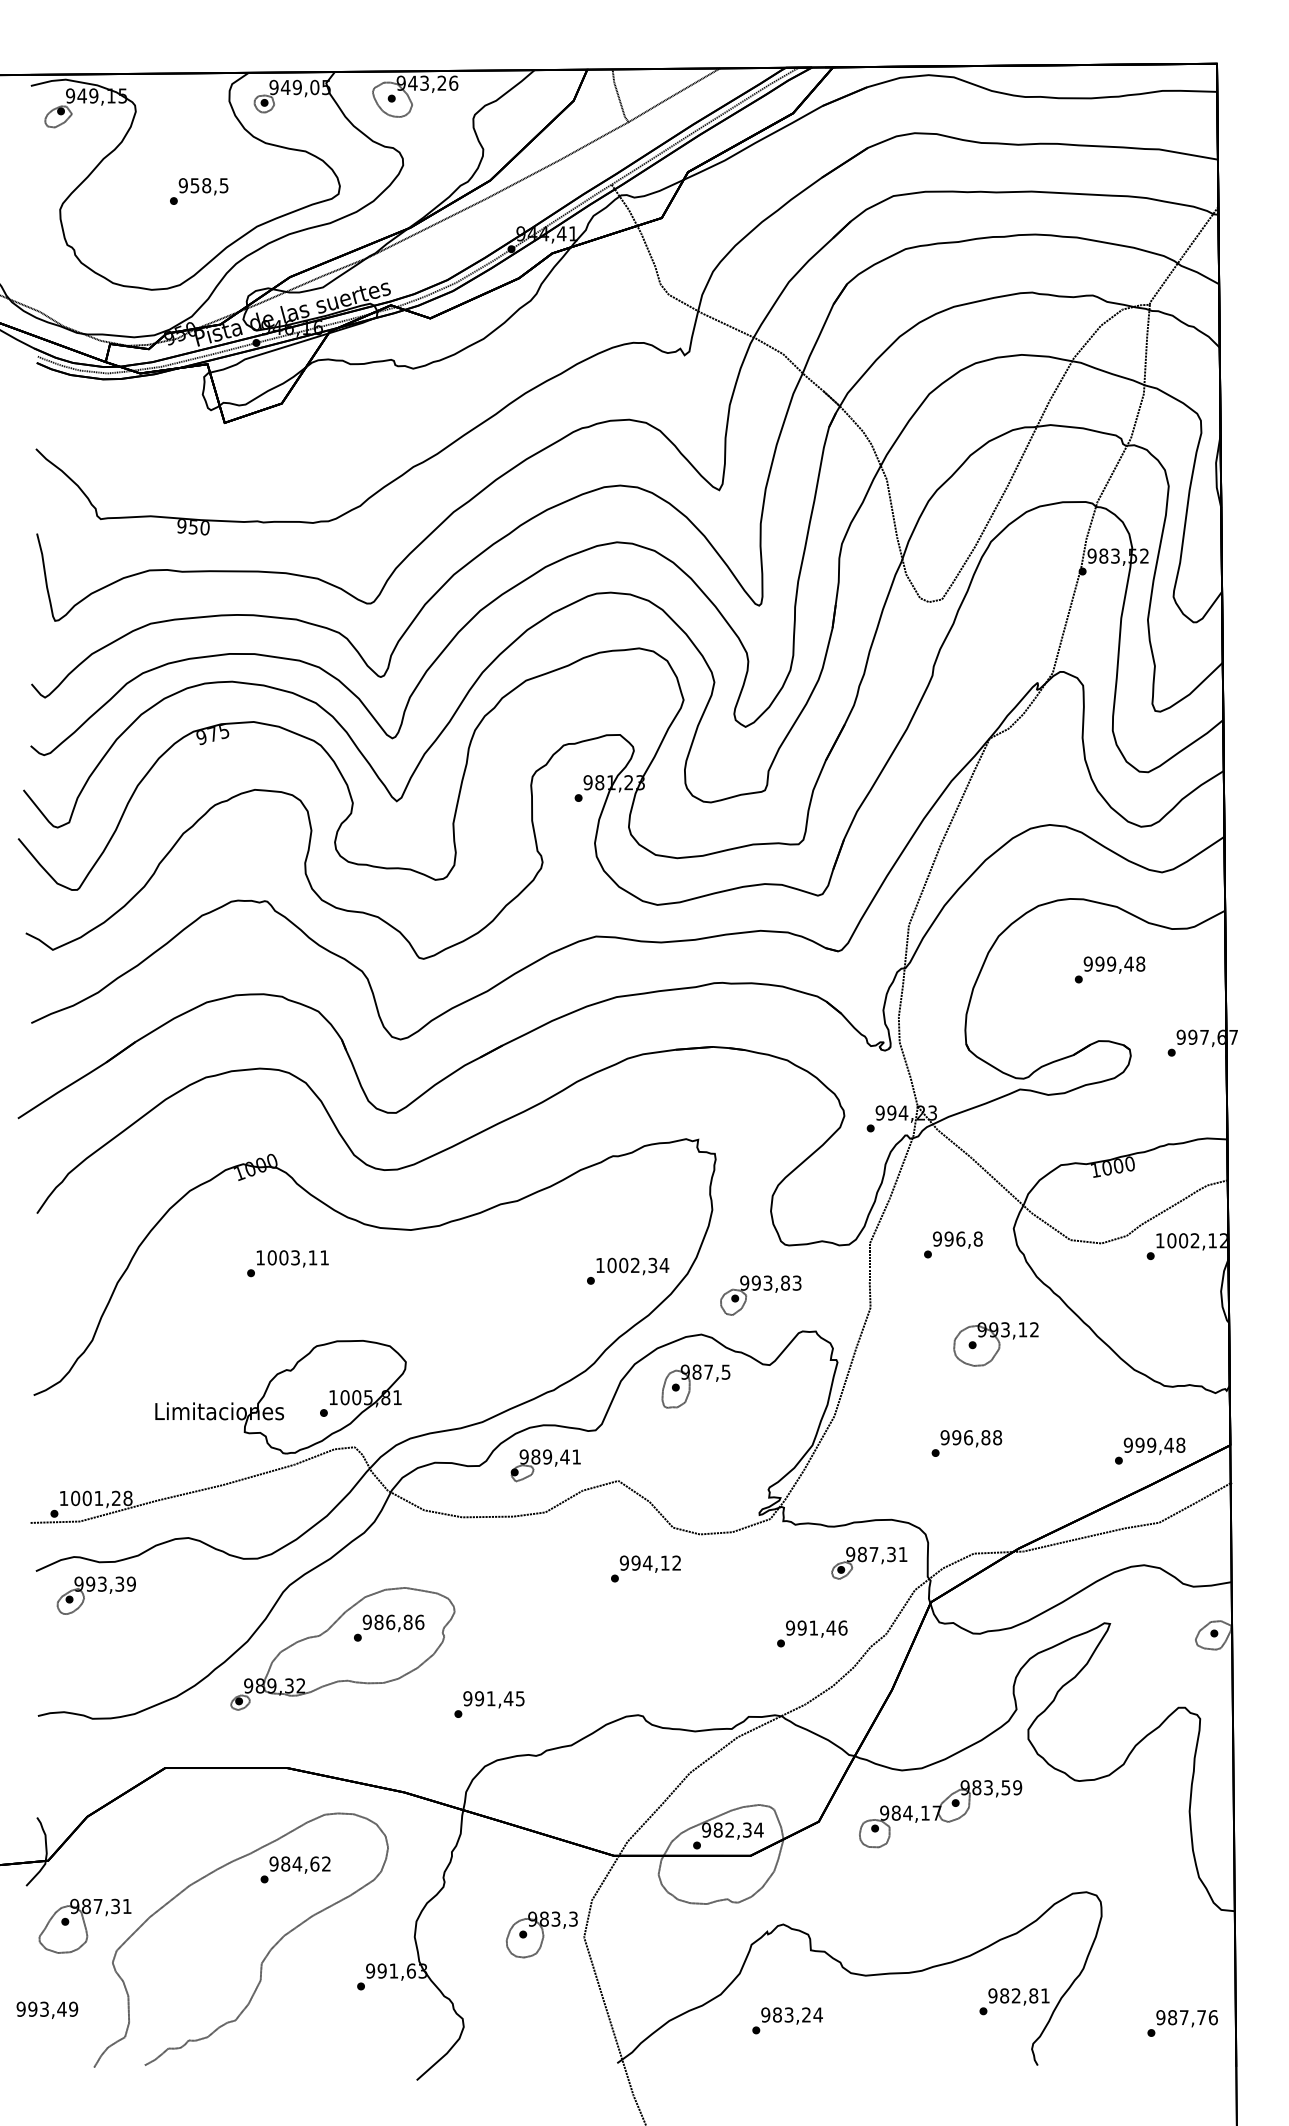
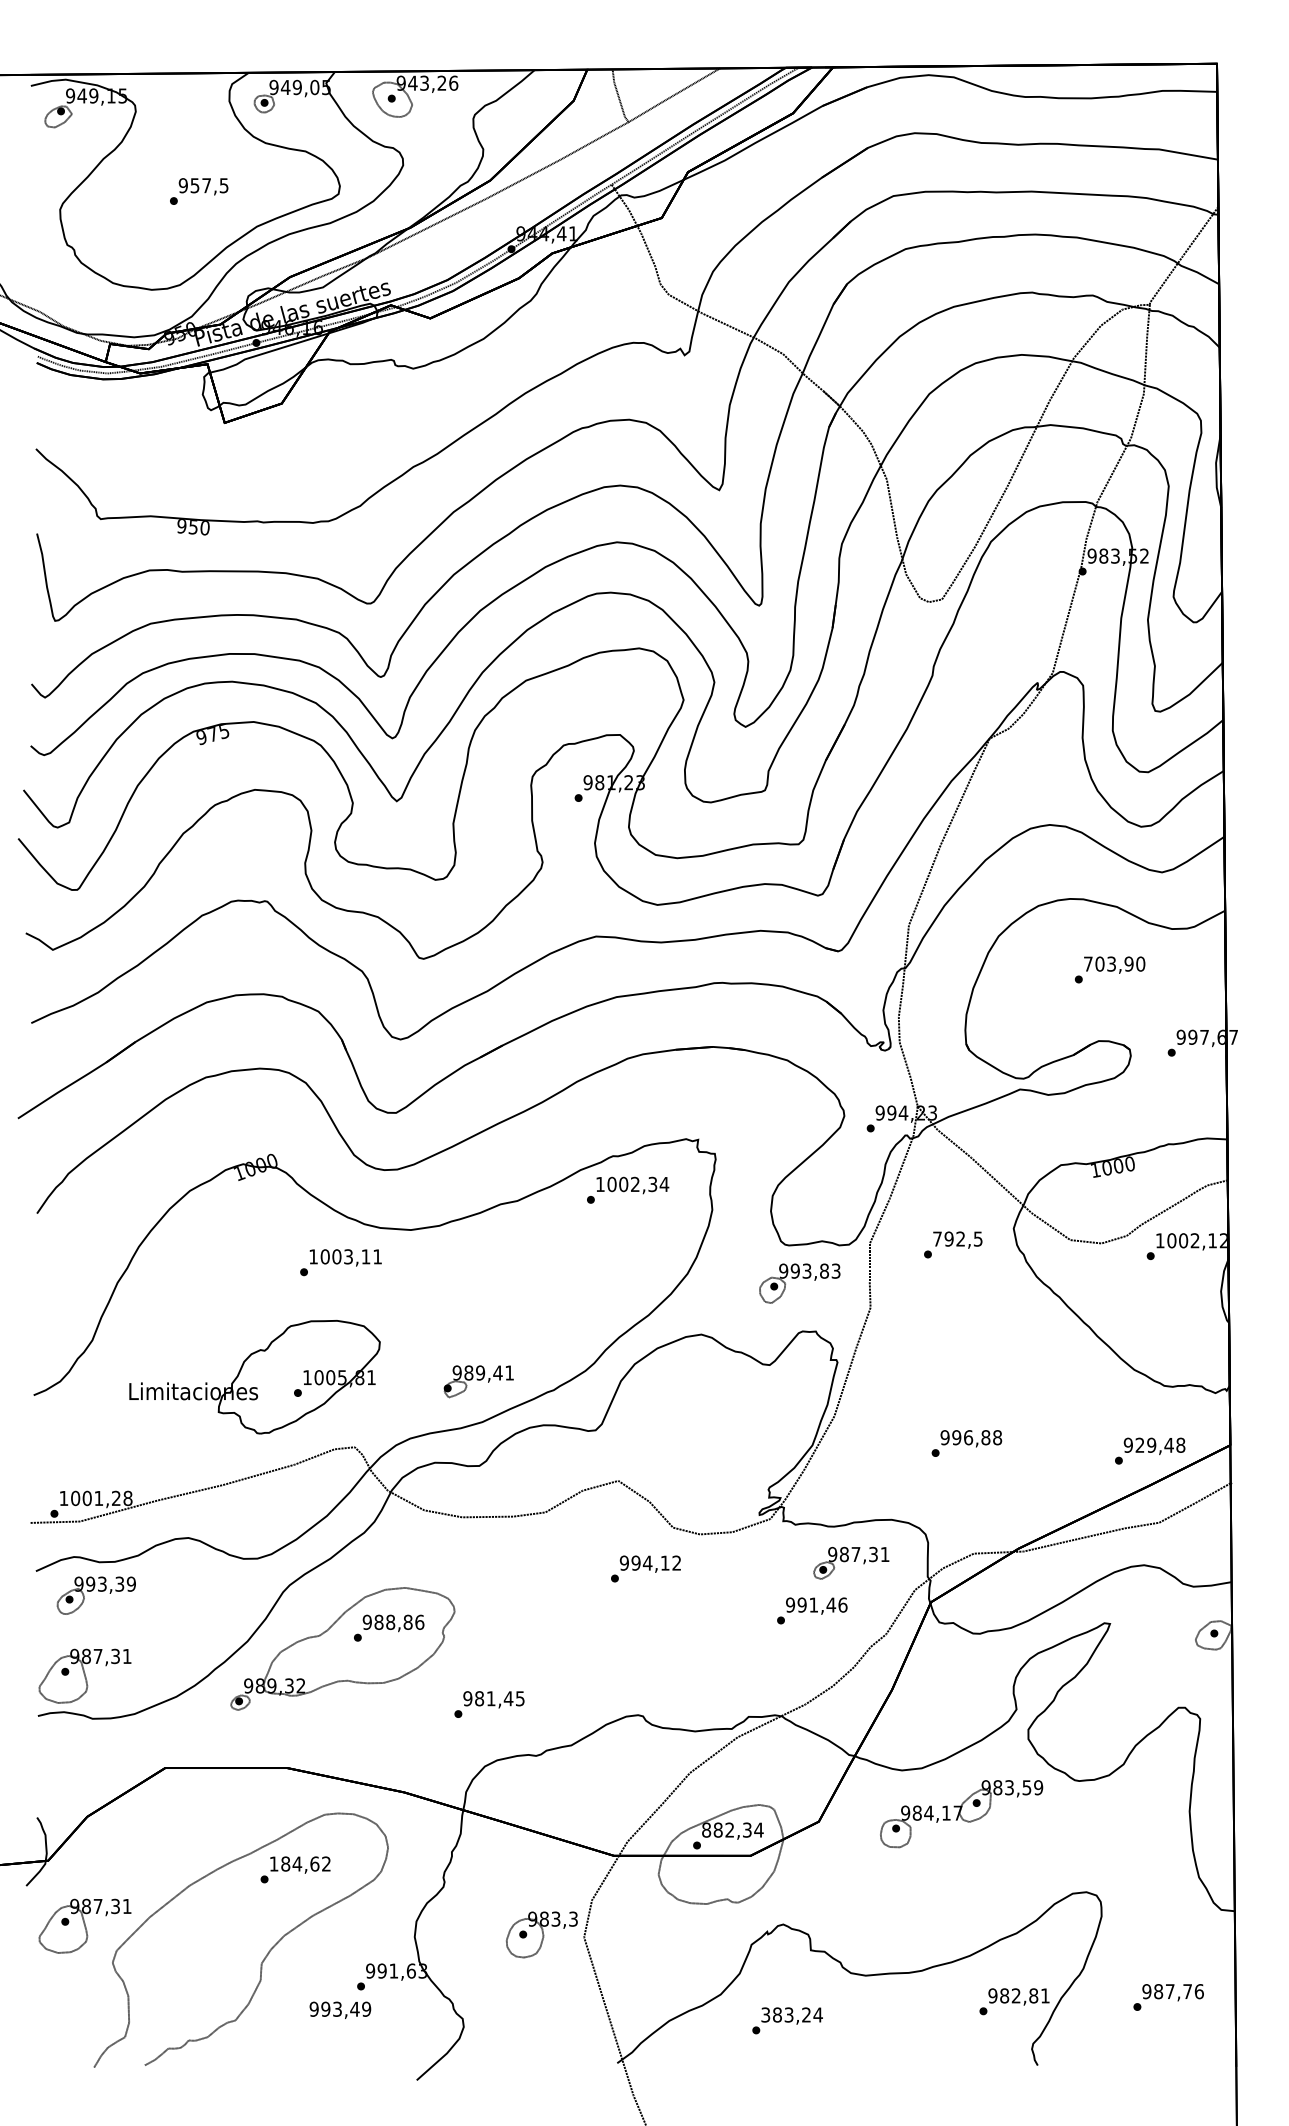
text at (206, 185): 958,5 -> 957,5
text at (1114, 963): 999,48 -> 703,90
text at (957, 1238): 996,8 -> 792,5
text at (287, 1263) position: (287, 1263) -> (340, 1262)
text at (628, 1270) position: (628, 1270) -> (628, 1189)
part at (760, 1295) position: (760, 1295) -> (799, 1283)
part at (995, 1344): present -> none
part at (695, 1386): present -> none
part at (280, 1397) position: (280, 1397) -> (254, 1377)
text at (1139, 1444): 999,48 -> 929,48
part at (545, 1465) position: (545, 1465) -> (478, 1381)
part at (869, 1563) position: (869, 1563) -> (851, 1563)
text at (390, 1621): 986,86 -> 988,86
text at (812, 1633) position: (812, 1633) -> (812, 1610)
part at (84, 1675): none -> present
text at (479, 1698): 991,45 -> 981,45
part at (940, 1814) position: (940, 1814) -> (961, 1814)
text at (706, 1829): 982,34 -> 882,34
text at (273, 1863): 984,62 -> 184,62
text at (47, 2009) position: (47, 2009) -> (340, 2009)
text at (765, 2014): 983,24 -> 383,24
text at (1182, 2023) position: (1182, 2023) -> (1168, 1997)
